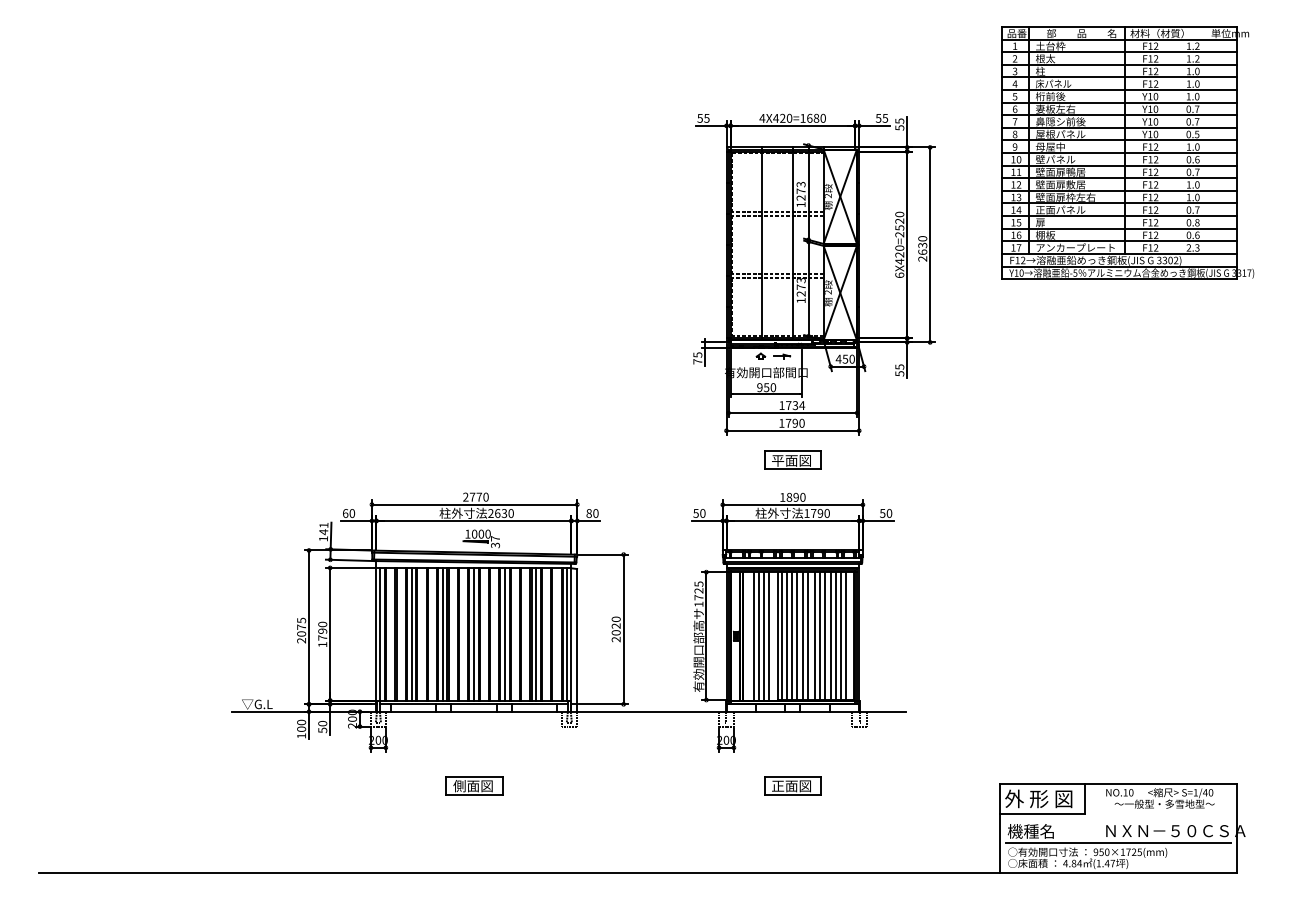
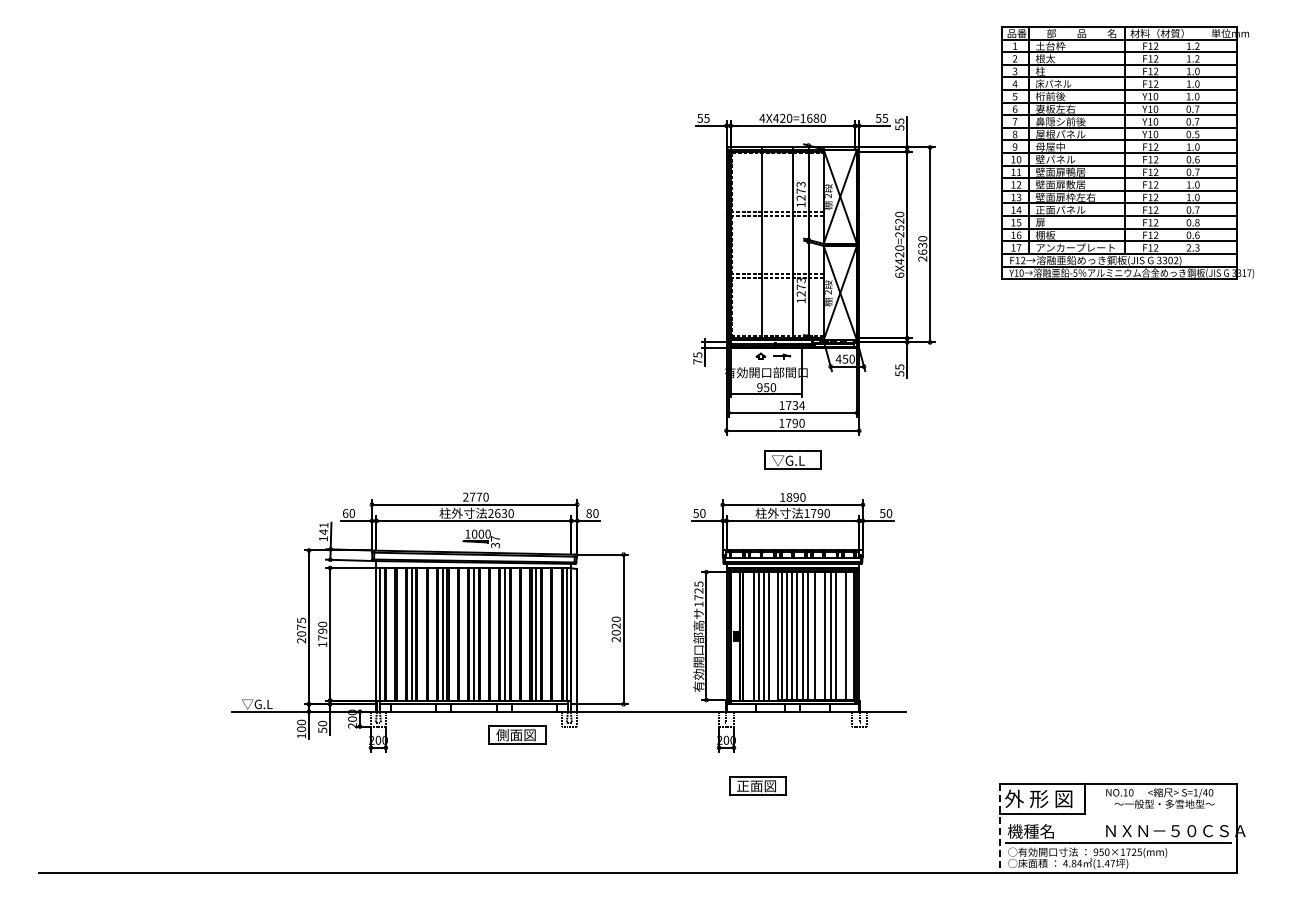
text at (790, 460): 平面図 -> ▽G.L
line at (820, 636): present -> none
line at (841, 636): present -> none
part at (474, 785) position: (474, 785) -> (517, 734)
part at (792, 785) position: (792, 785) -> (757, 785)
line at (1000, 828): solid -> dashed
